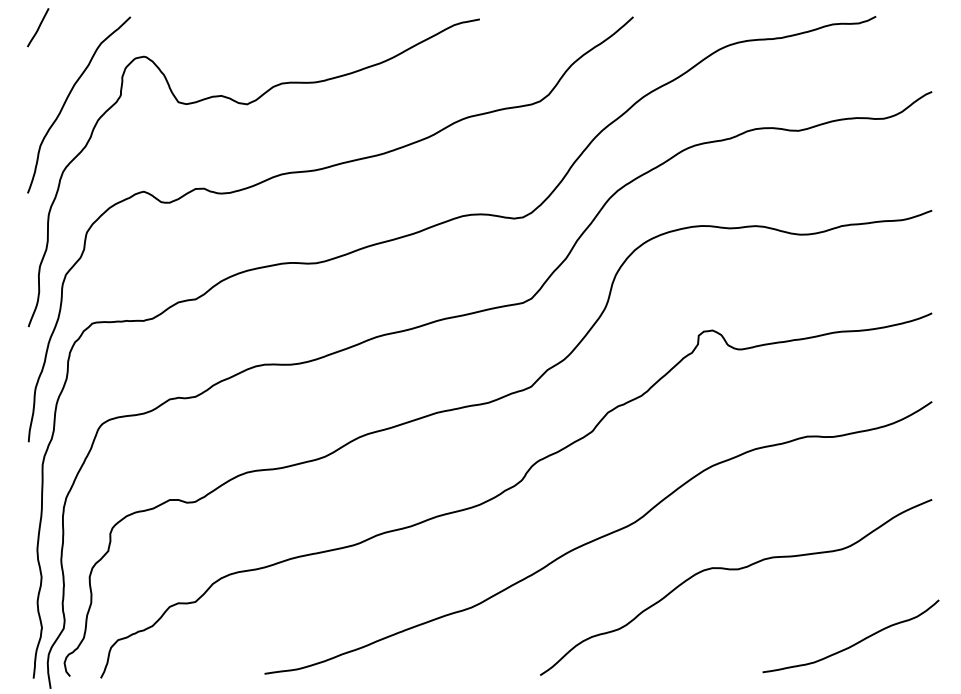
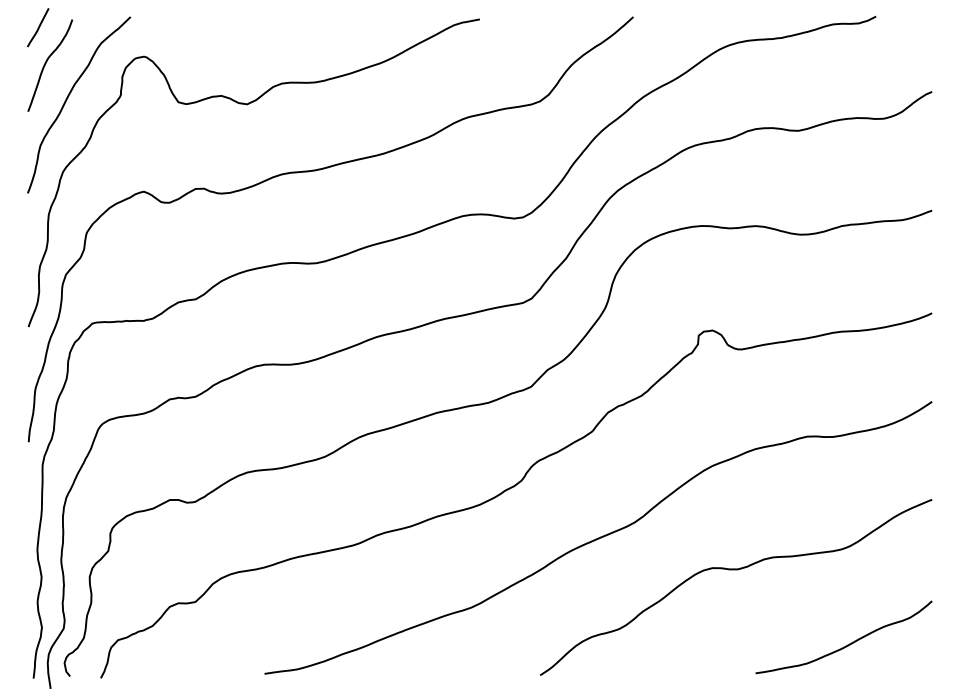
curve at (46, 63): none -> present
curve at (854, 643) position: (854, 643) -> (847, 644)
